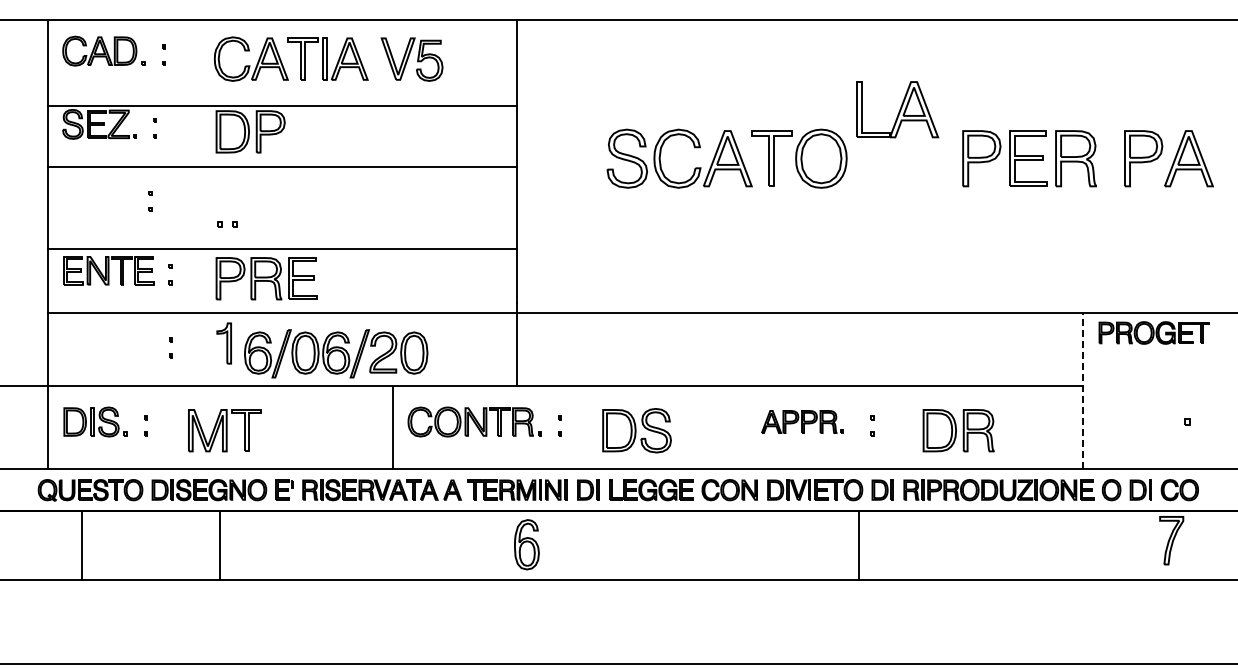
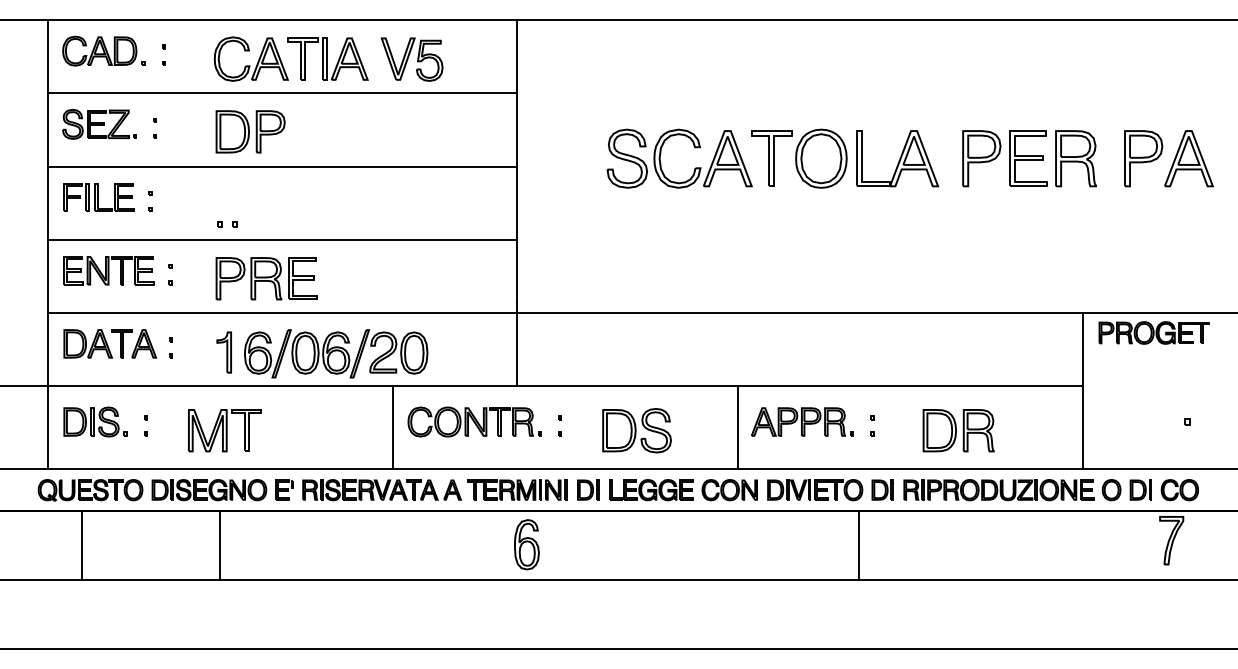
line at (282, 106) position: (282, 106) -> (282, 93)
part at (897, 109) position: (897, 109) -> (897, 158)
part at (98, 197): none -> present
line at (282, 248) position: (282, 248) -> (282, 239)
part at (110, 343): none -> present
part at (223, 343) position: (223, 343) -> (223, 352)
line at (1083, 390): dashed -> solid
part at (802, 421) size: 83x24 px -> 103x30 px
line at (738, 427): none -> present
line at (618, 663) position: (618, 663) -> (618, 648)
